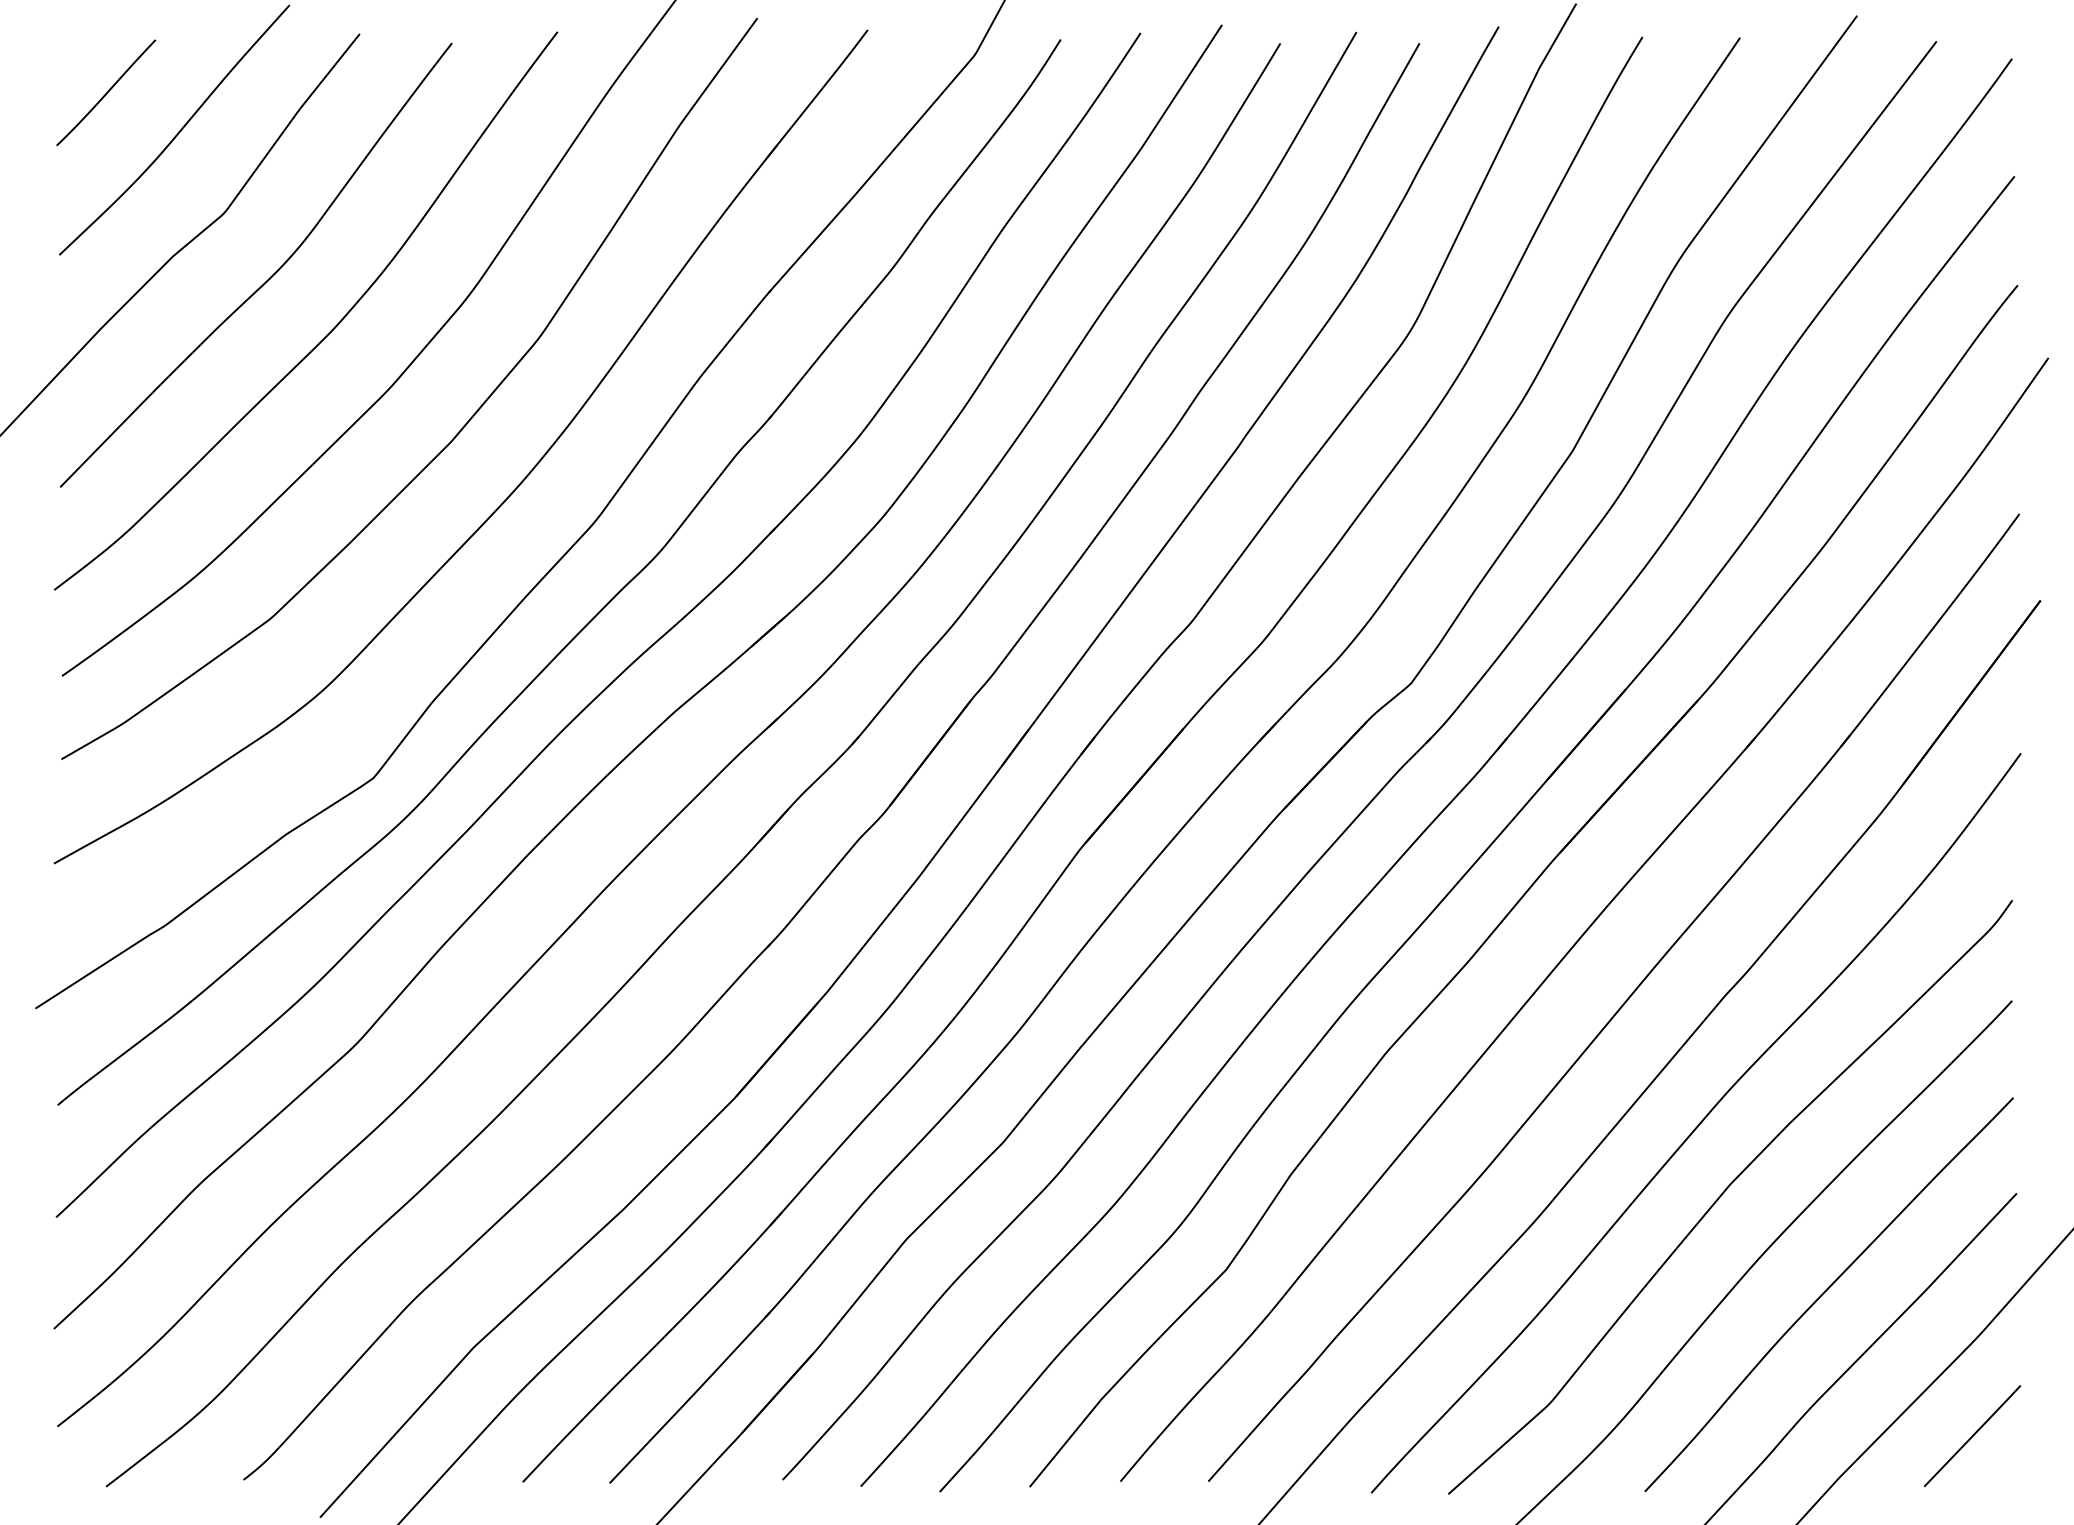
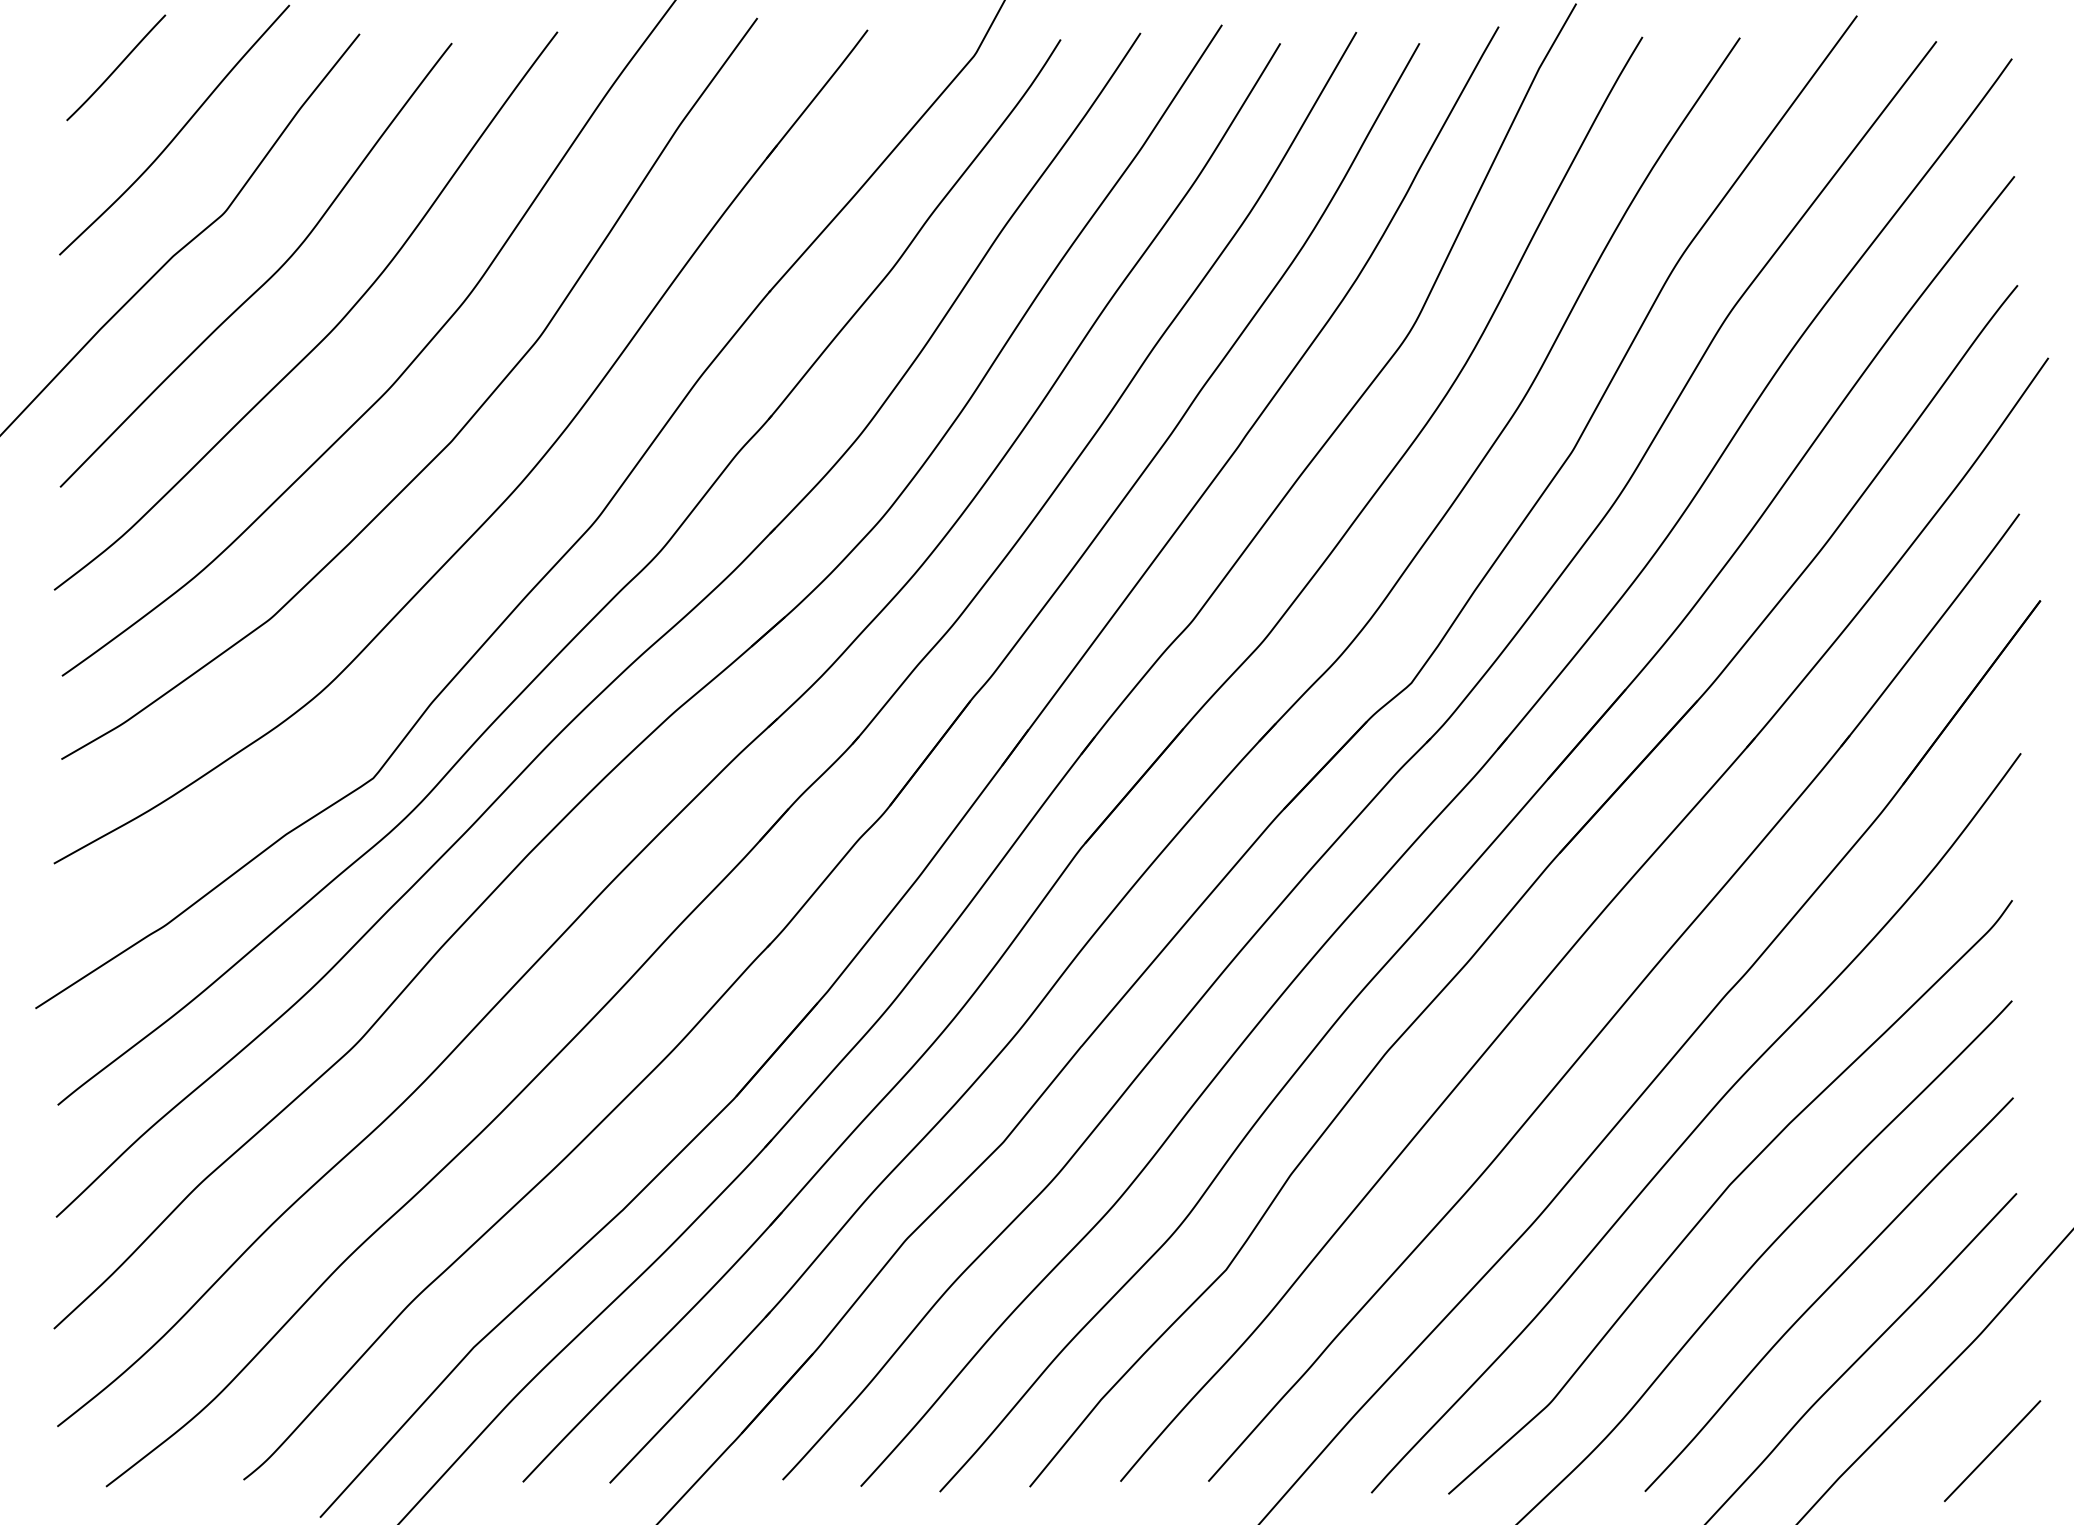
curve at (106, 92) position: (106, 92) -> (116, 67)
line at (1972, 1435) position: (1972, 1435) -> (1992, 1450)
